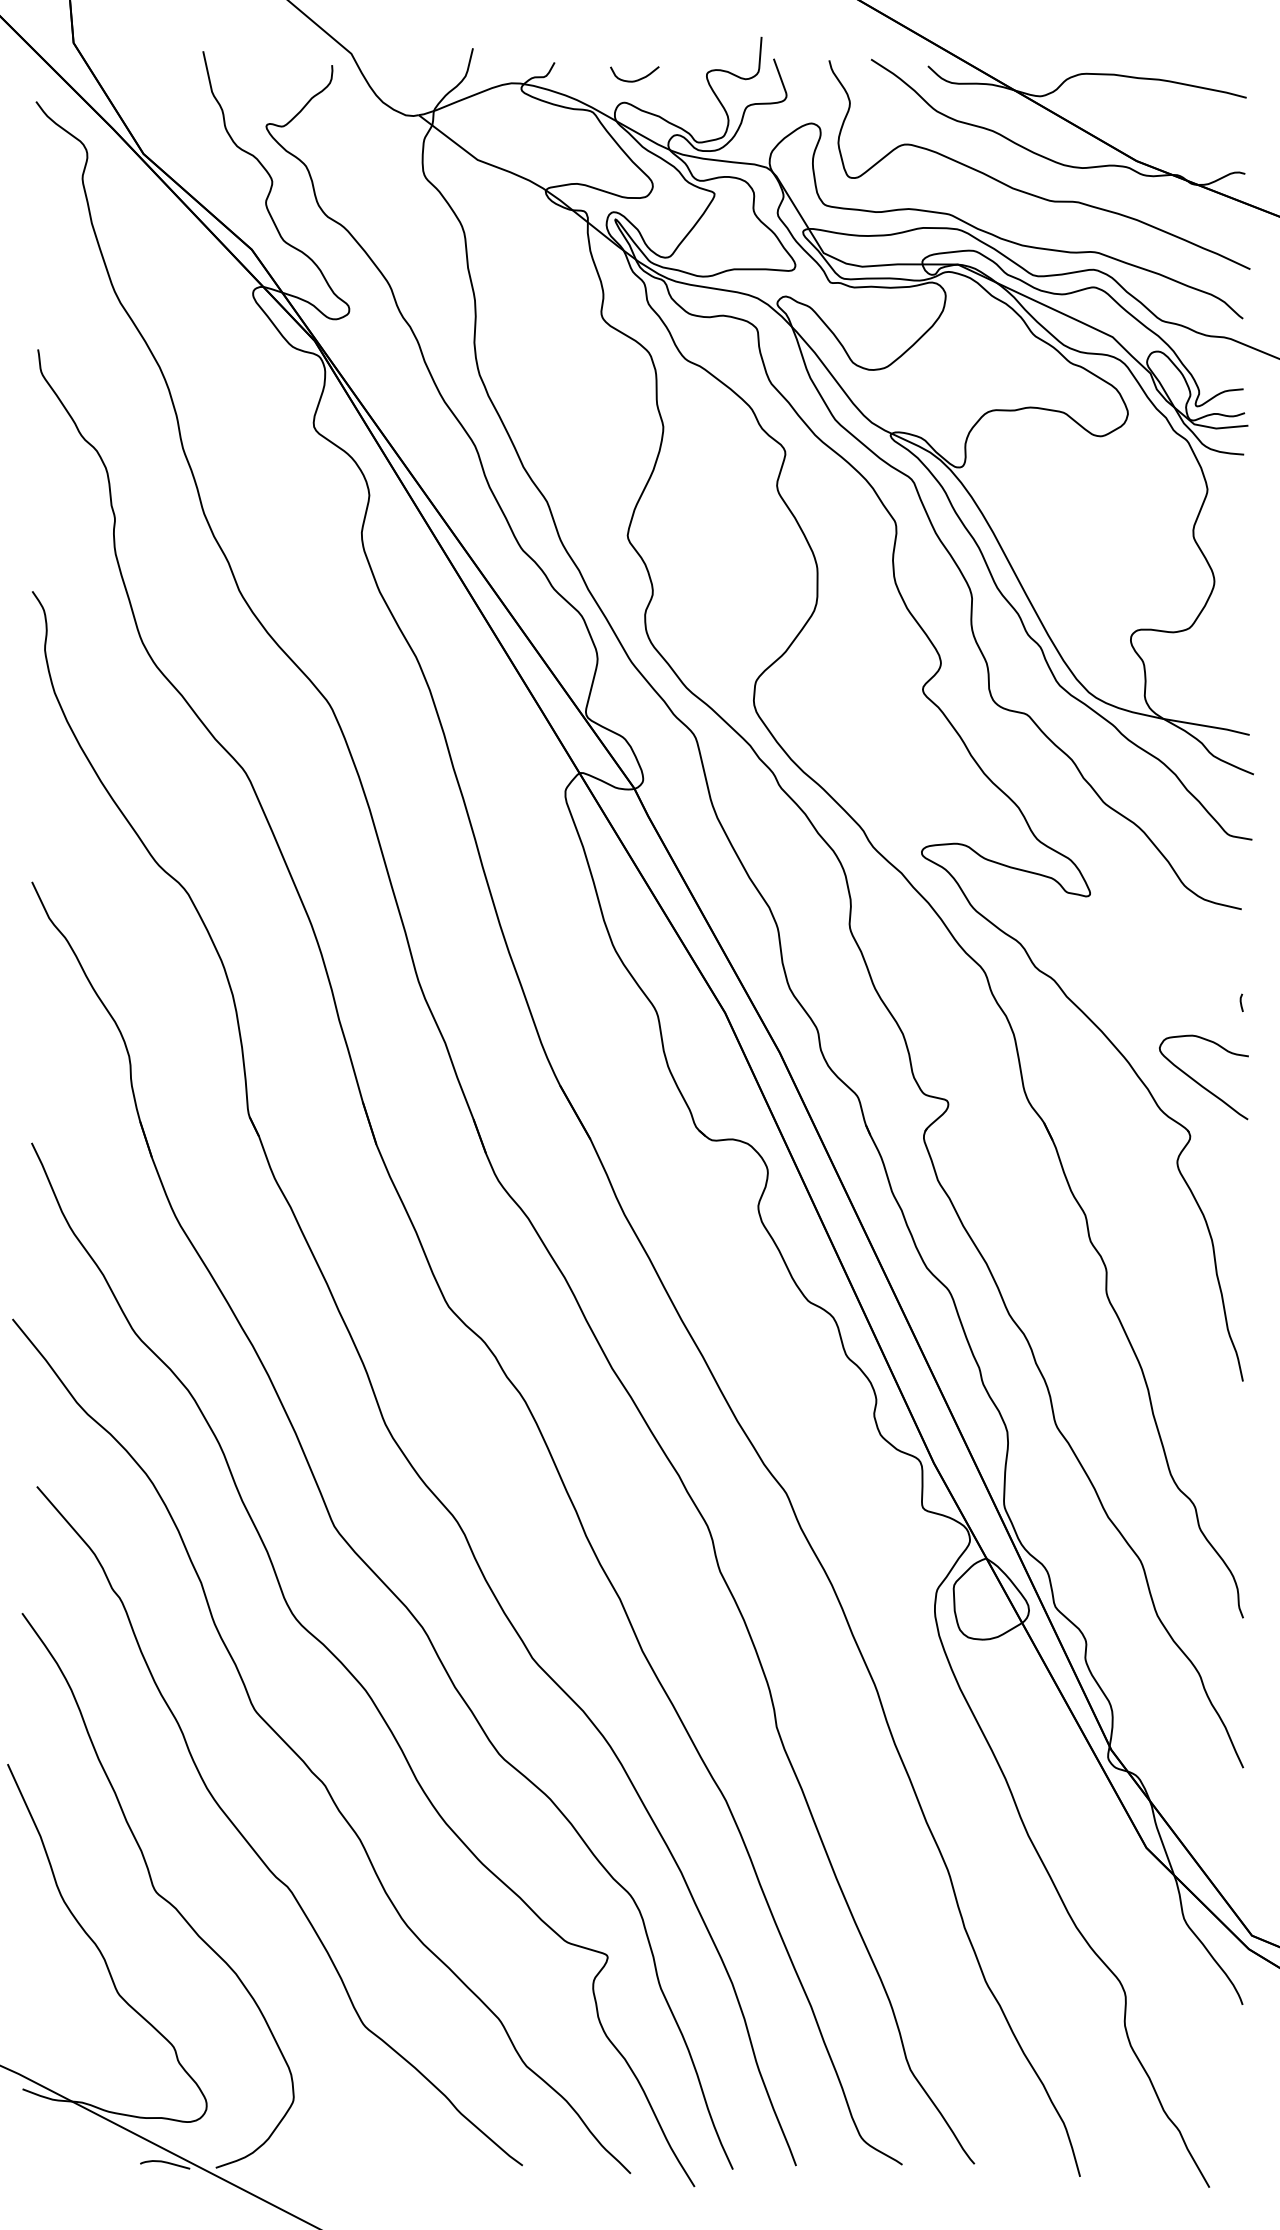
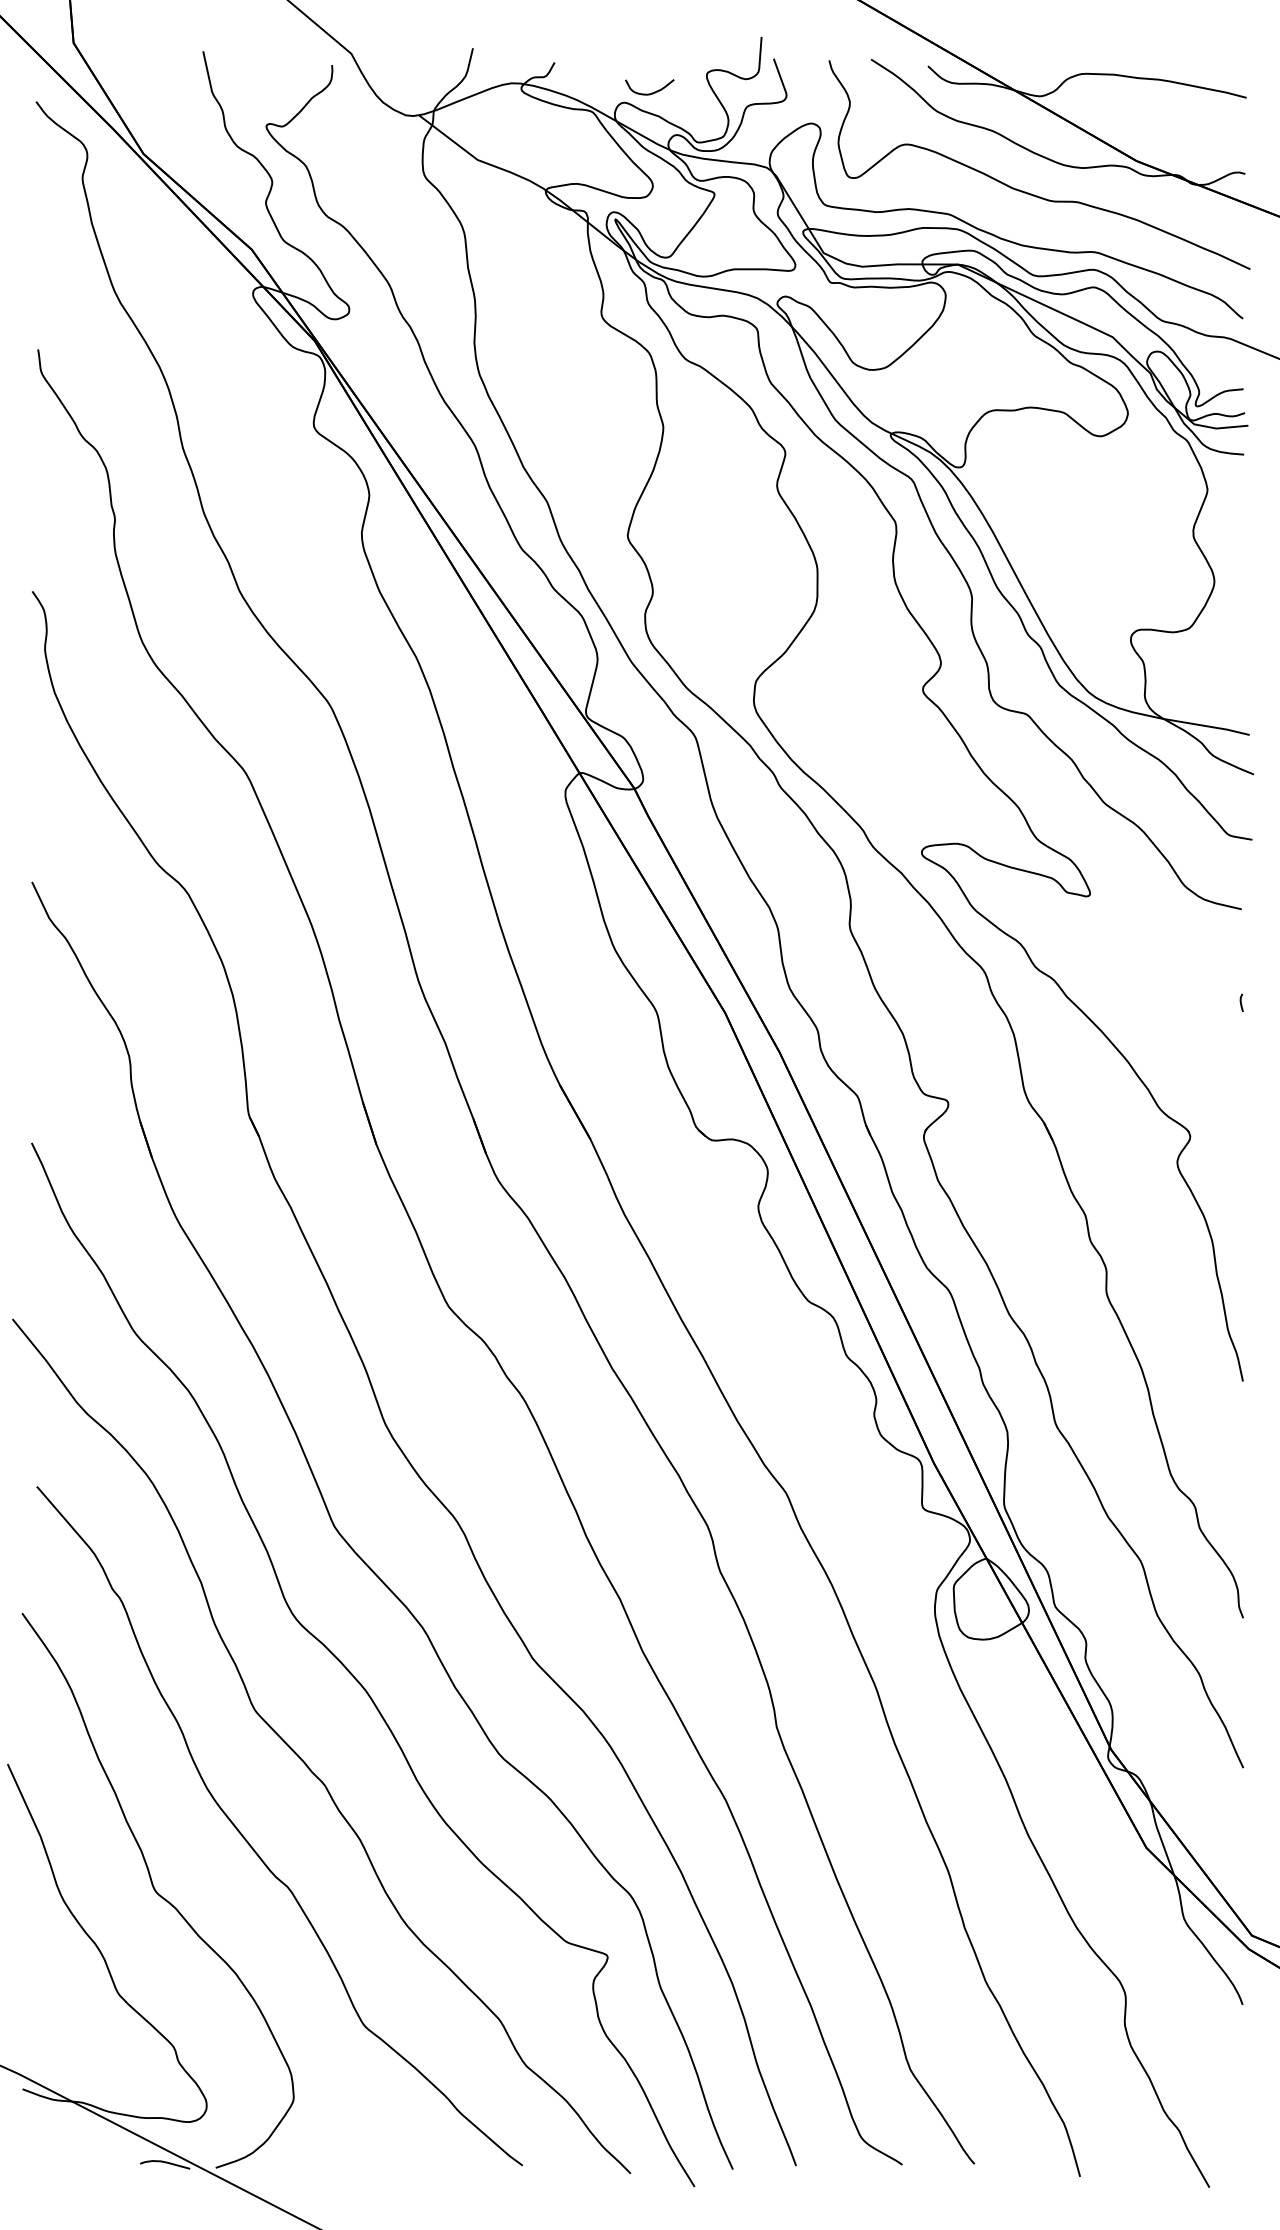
curve at (636, 79) position: (636, 79) -> (651, 92)
curve at (1200, 1083): present -> none
